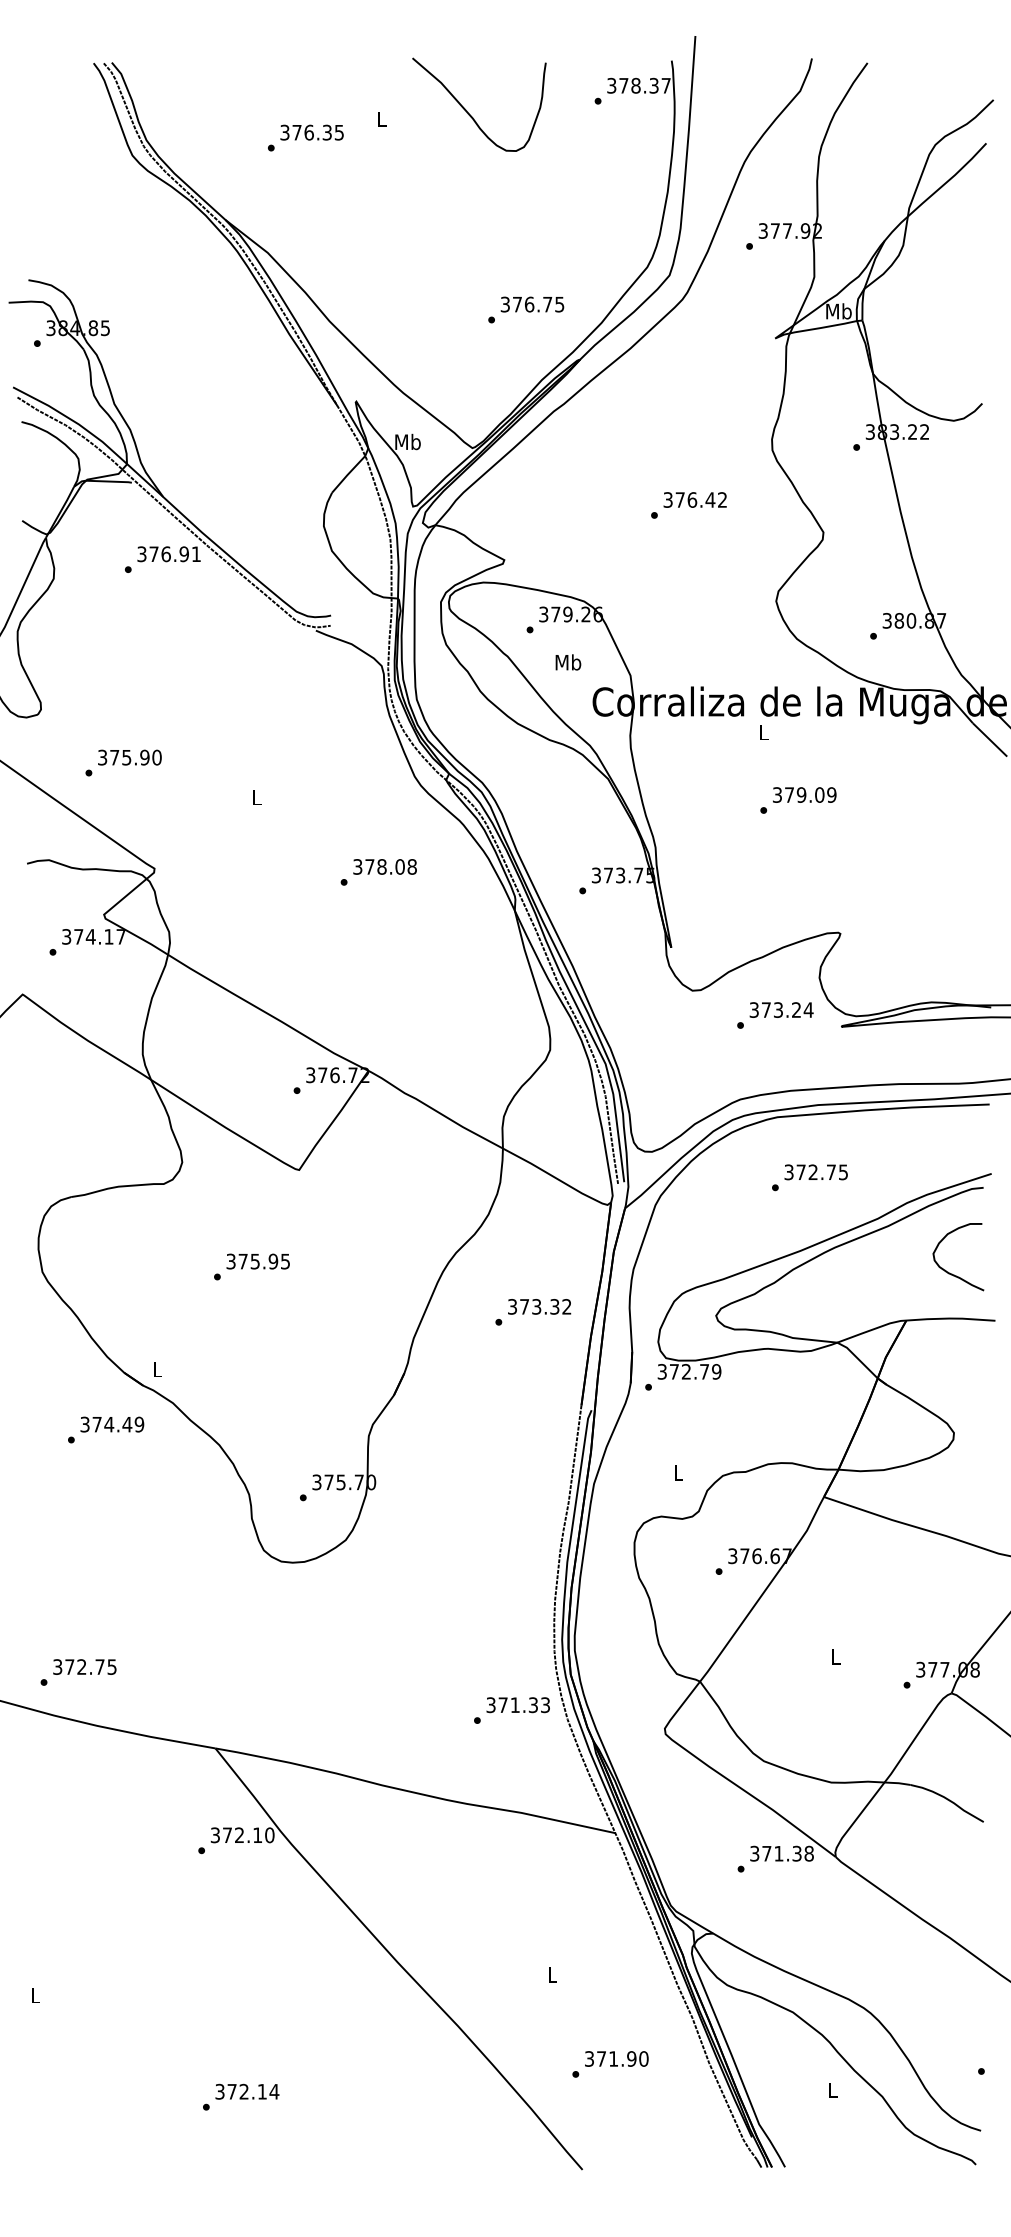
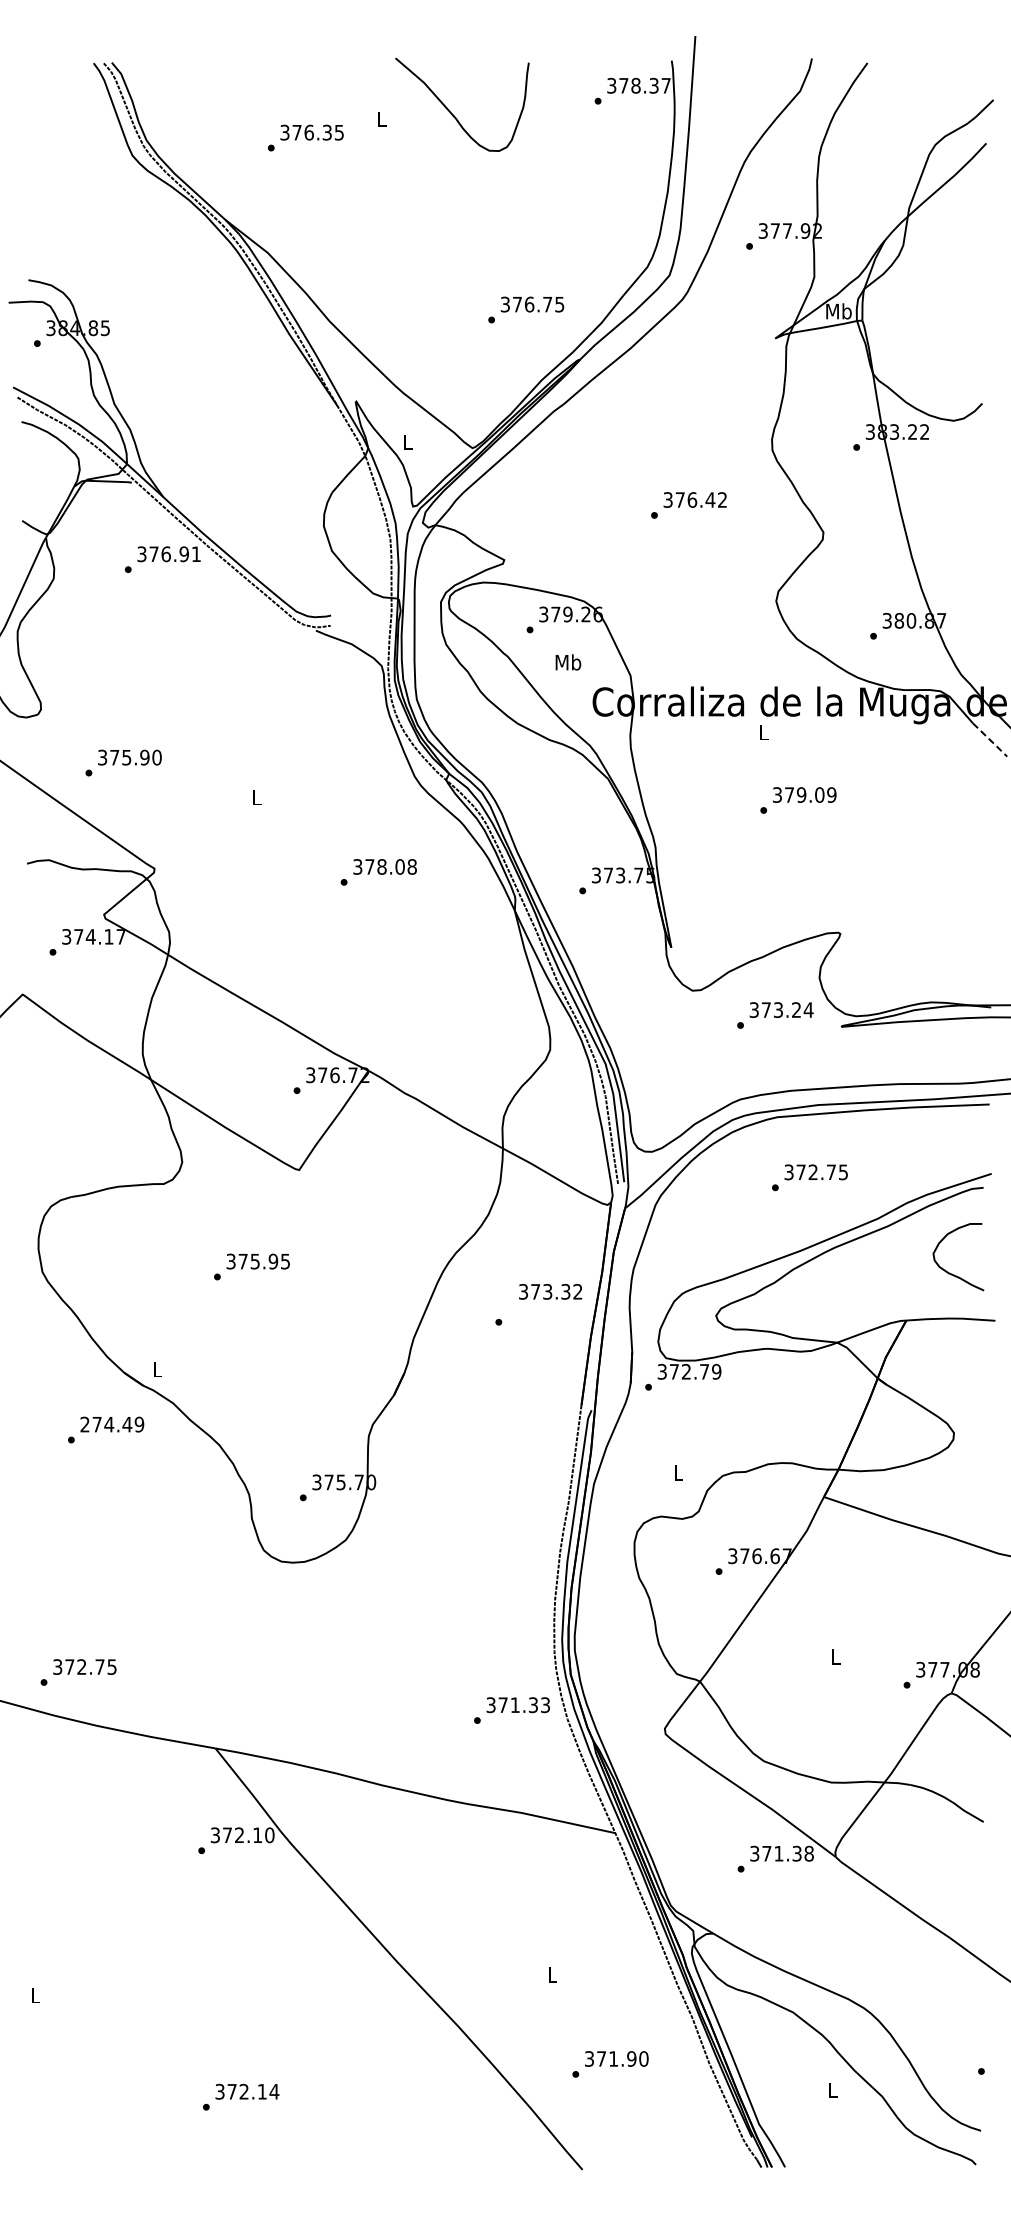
curve at (469, 113) position: (469, 113) -> (452, 113)
text at (407, 441): Mb -> L
line at (990, 739): solid -> dashed
text at (539, 1306) position: (539, 1306) -> (550, 1291)
text at (84, 1424): 374.49 -> 274.49
